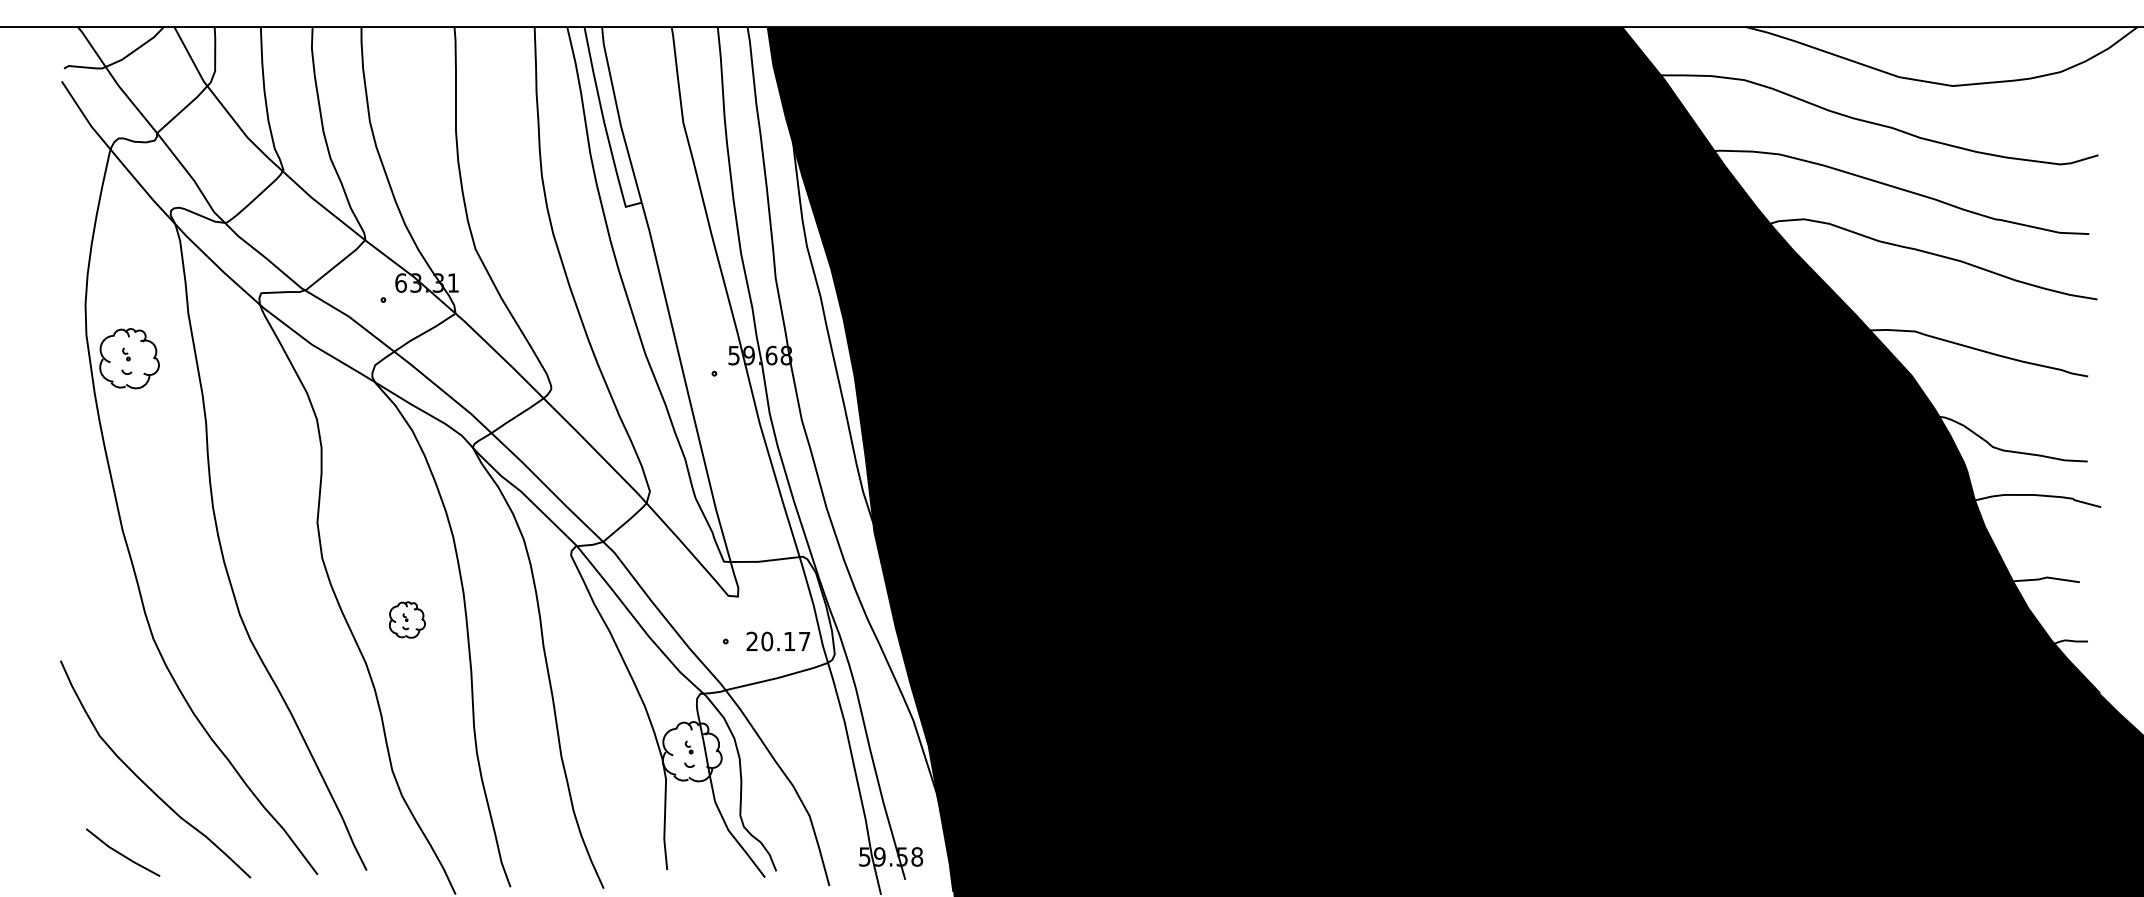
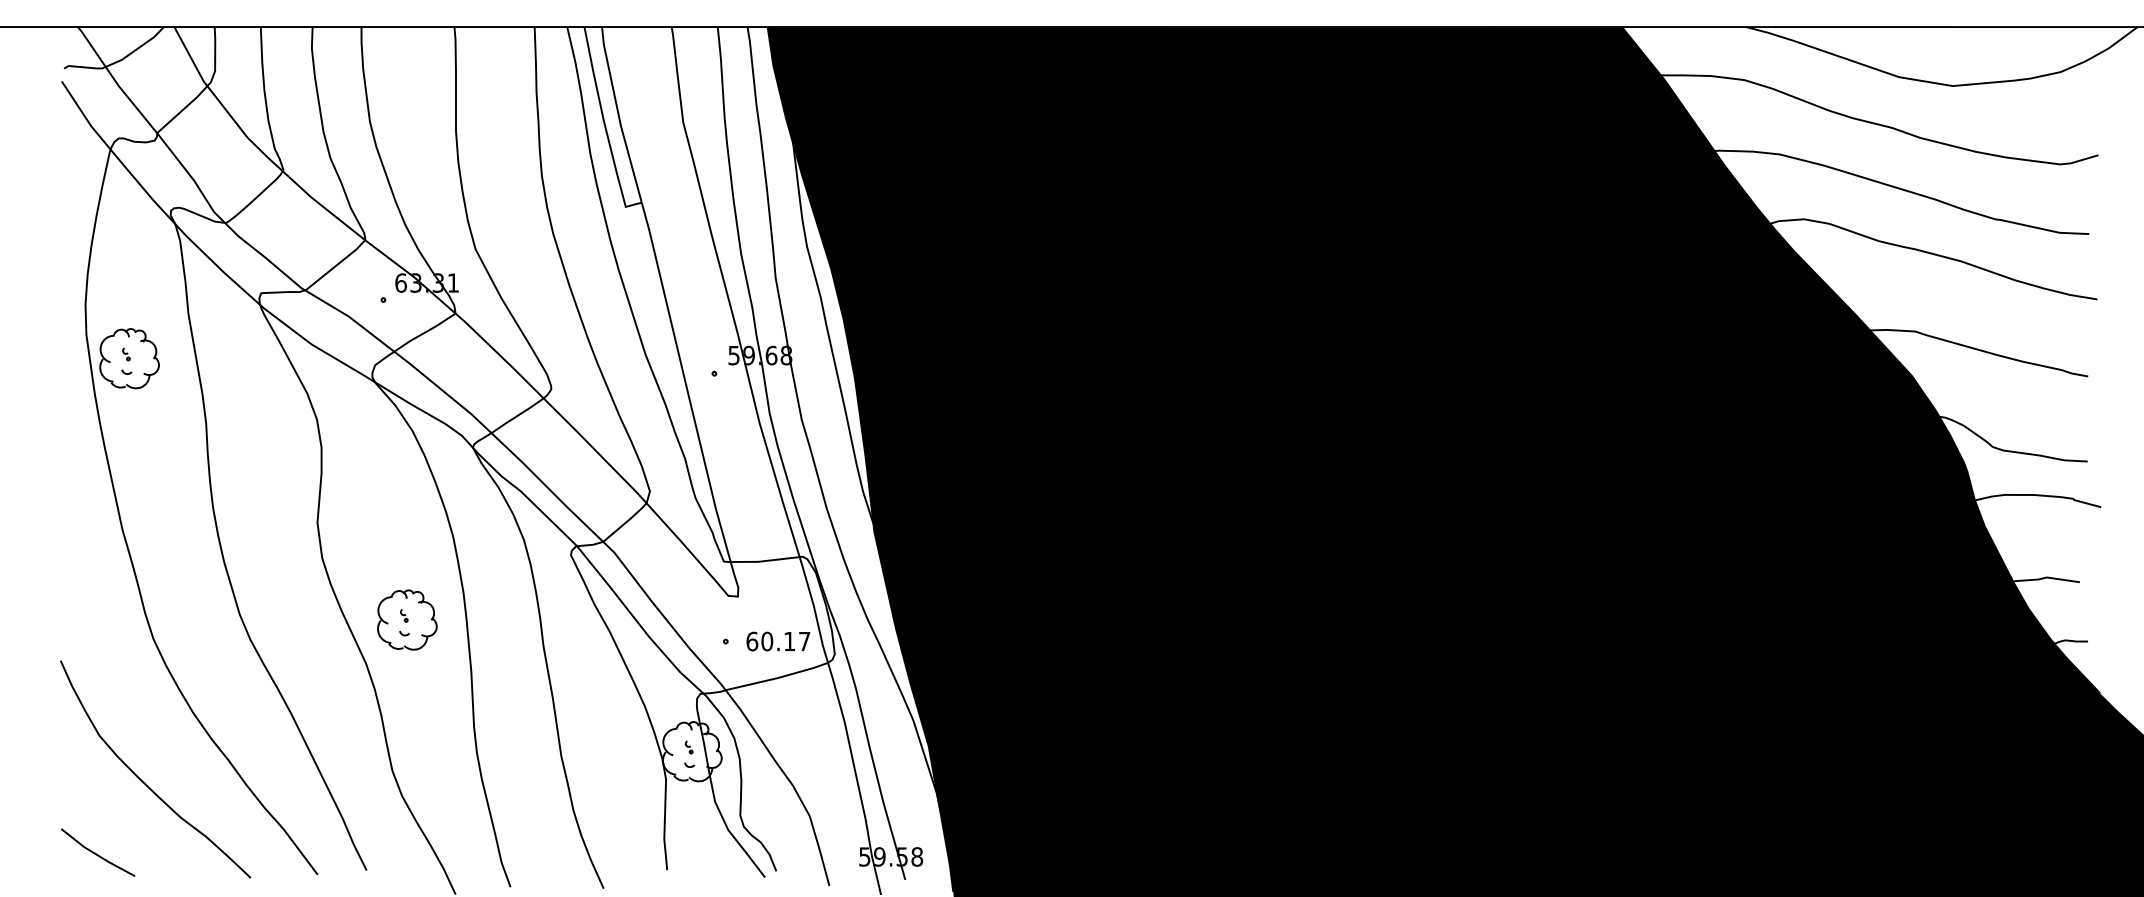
part at (406, 619) size: 38x38 px -> 61x62 px
text at (752, 641): 20.17 -> 60.17
line at (123, 854) position: (123, 854) -> (98, 854)
